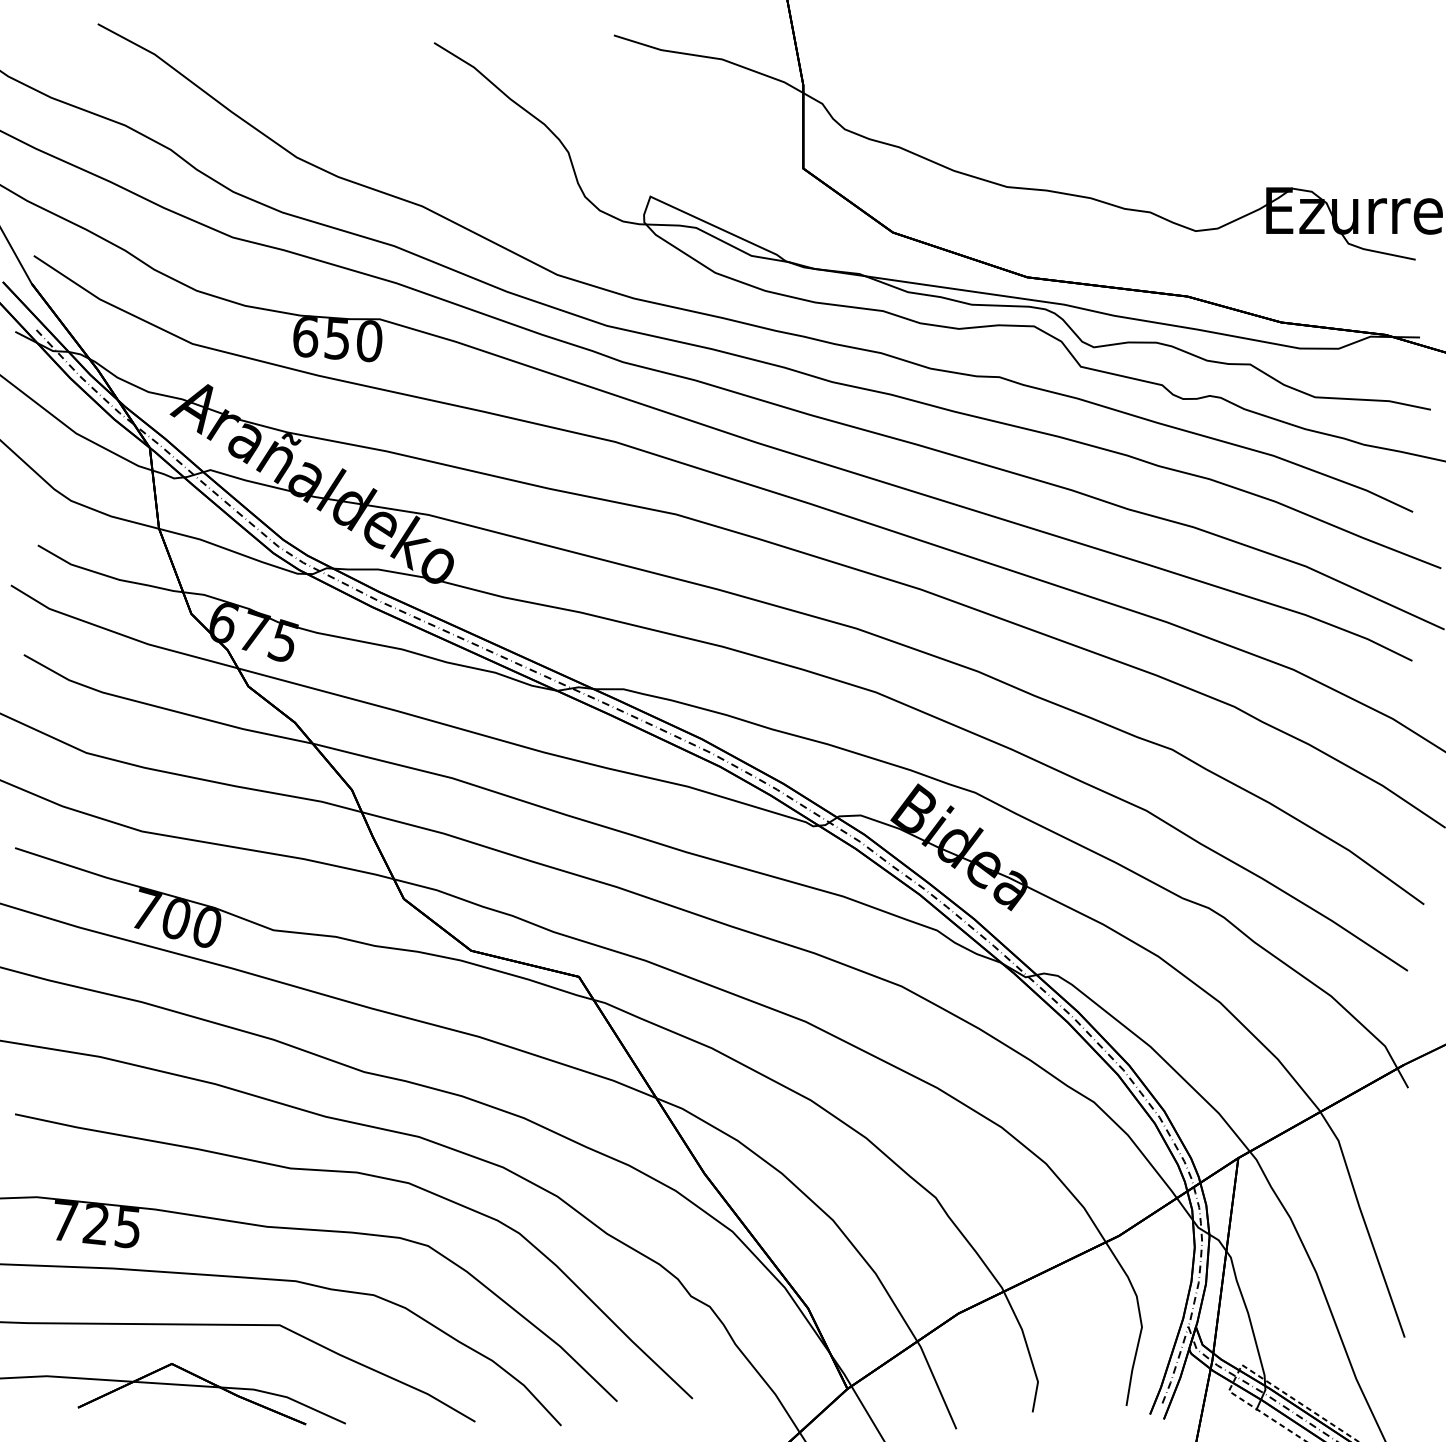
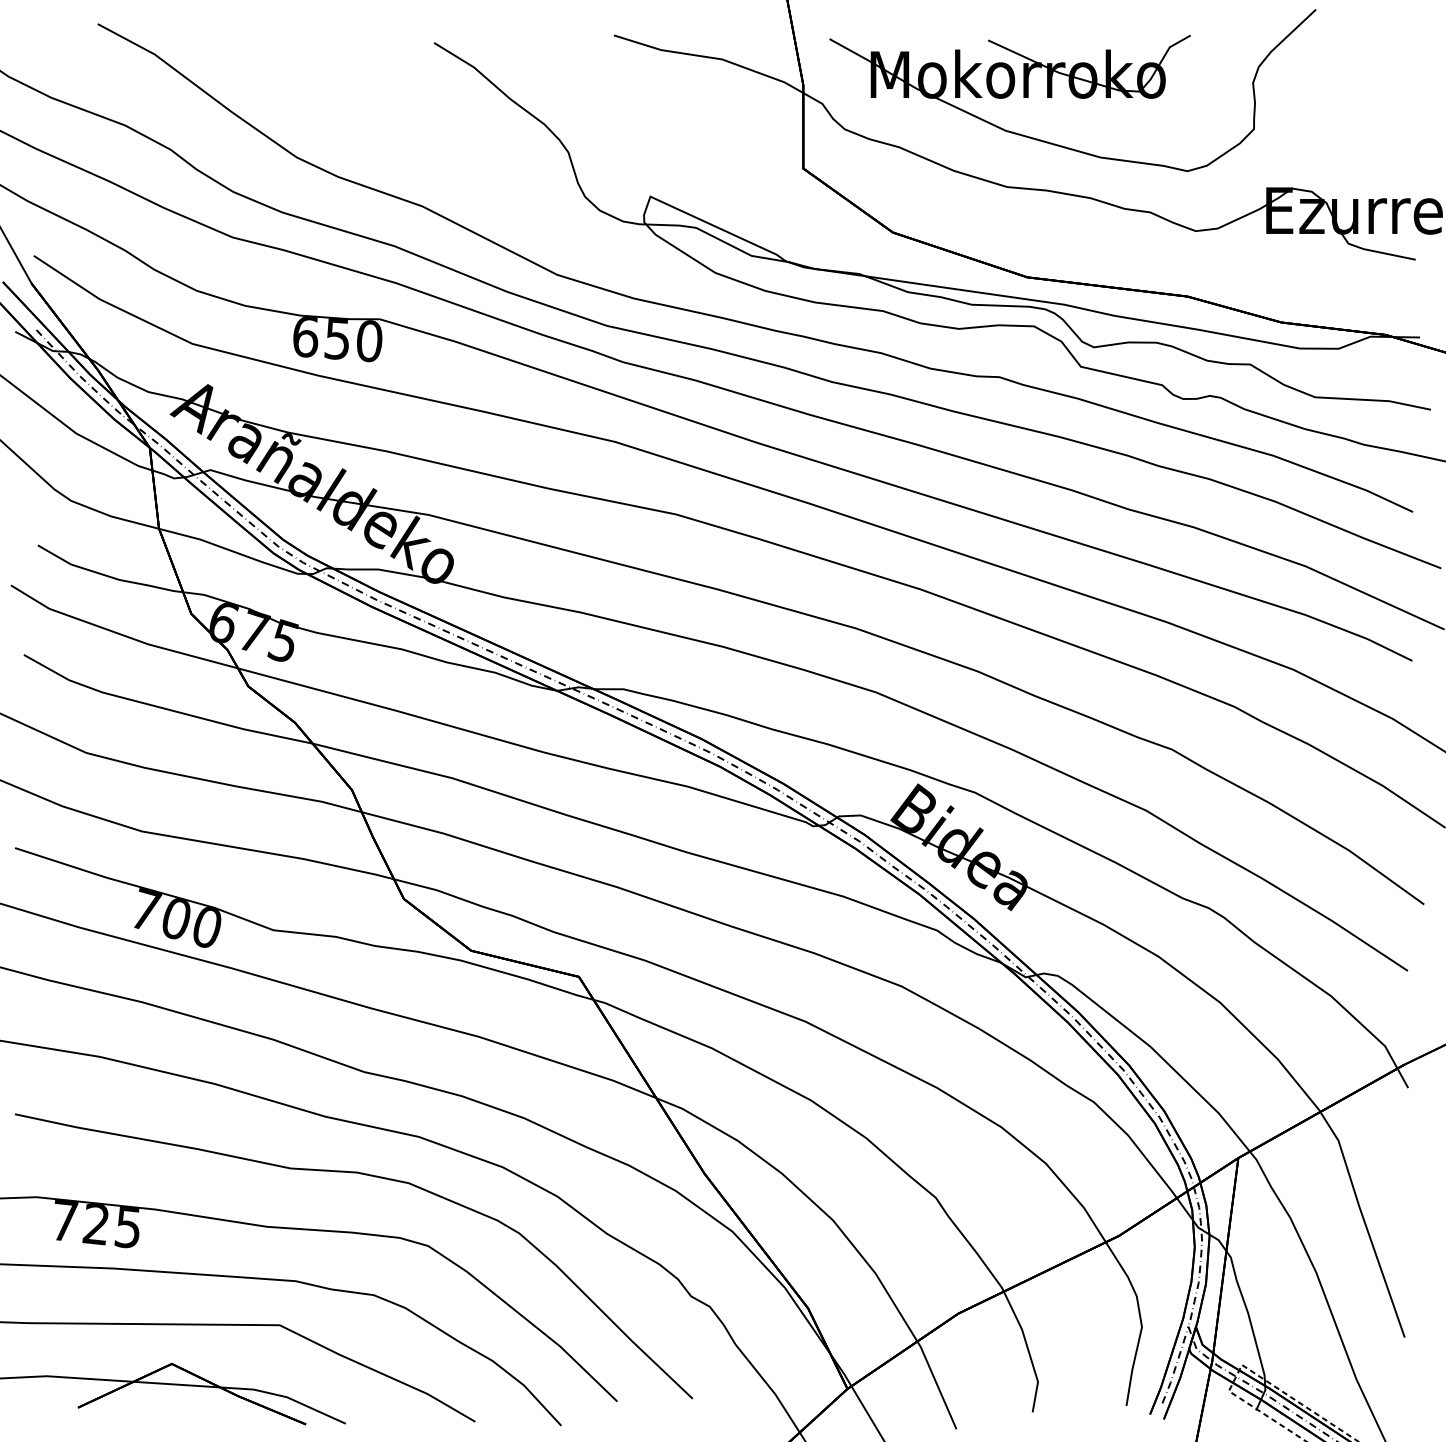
part at (1072, 90): none -> present
